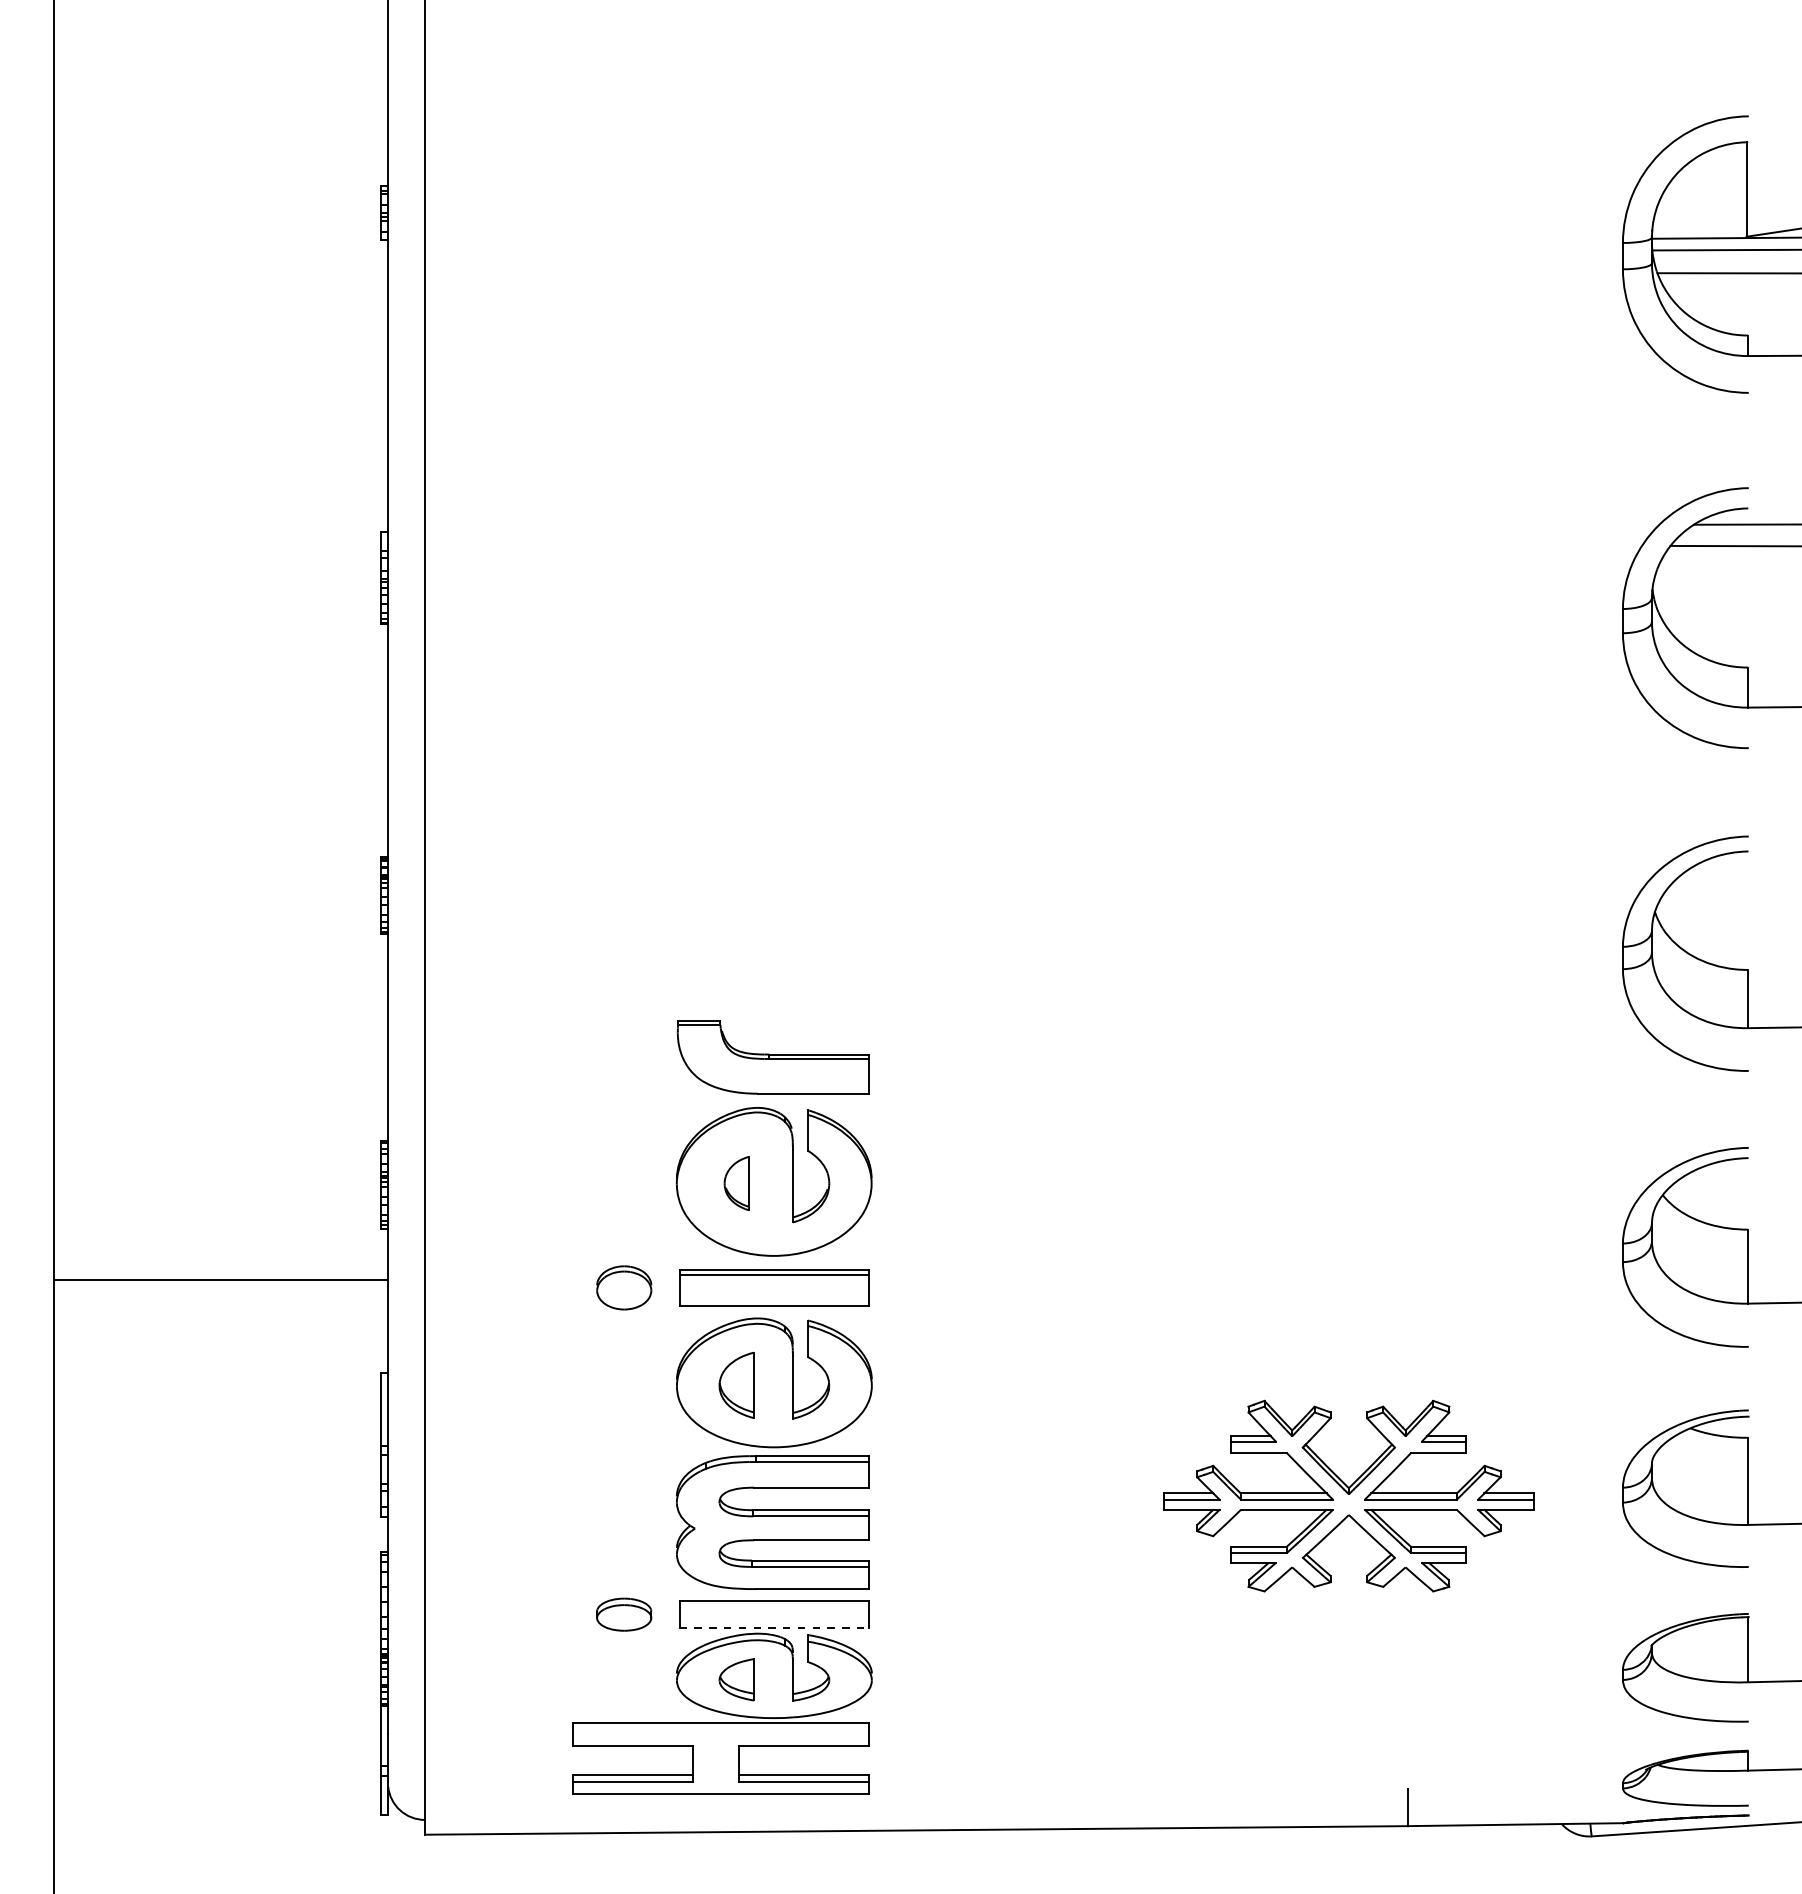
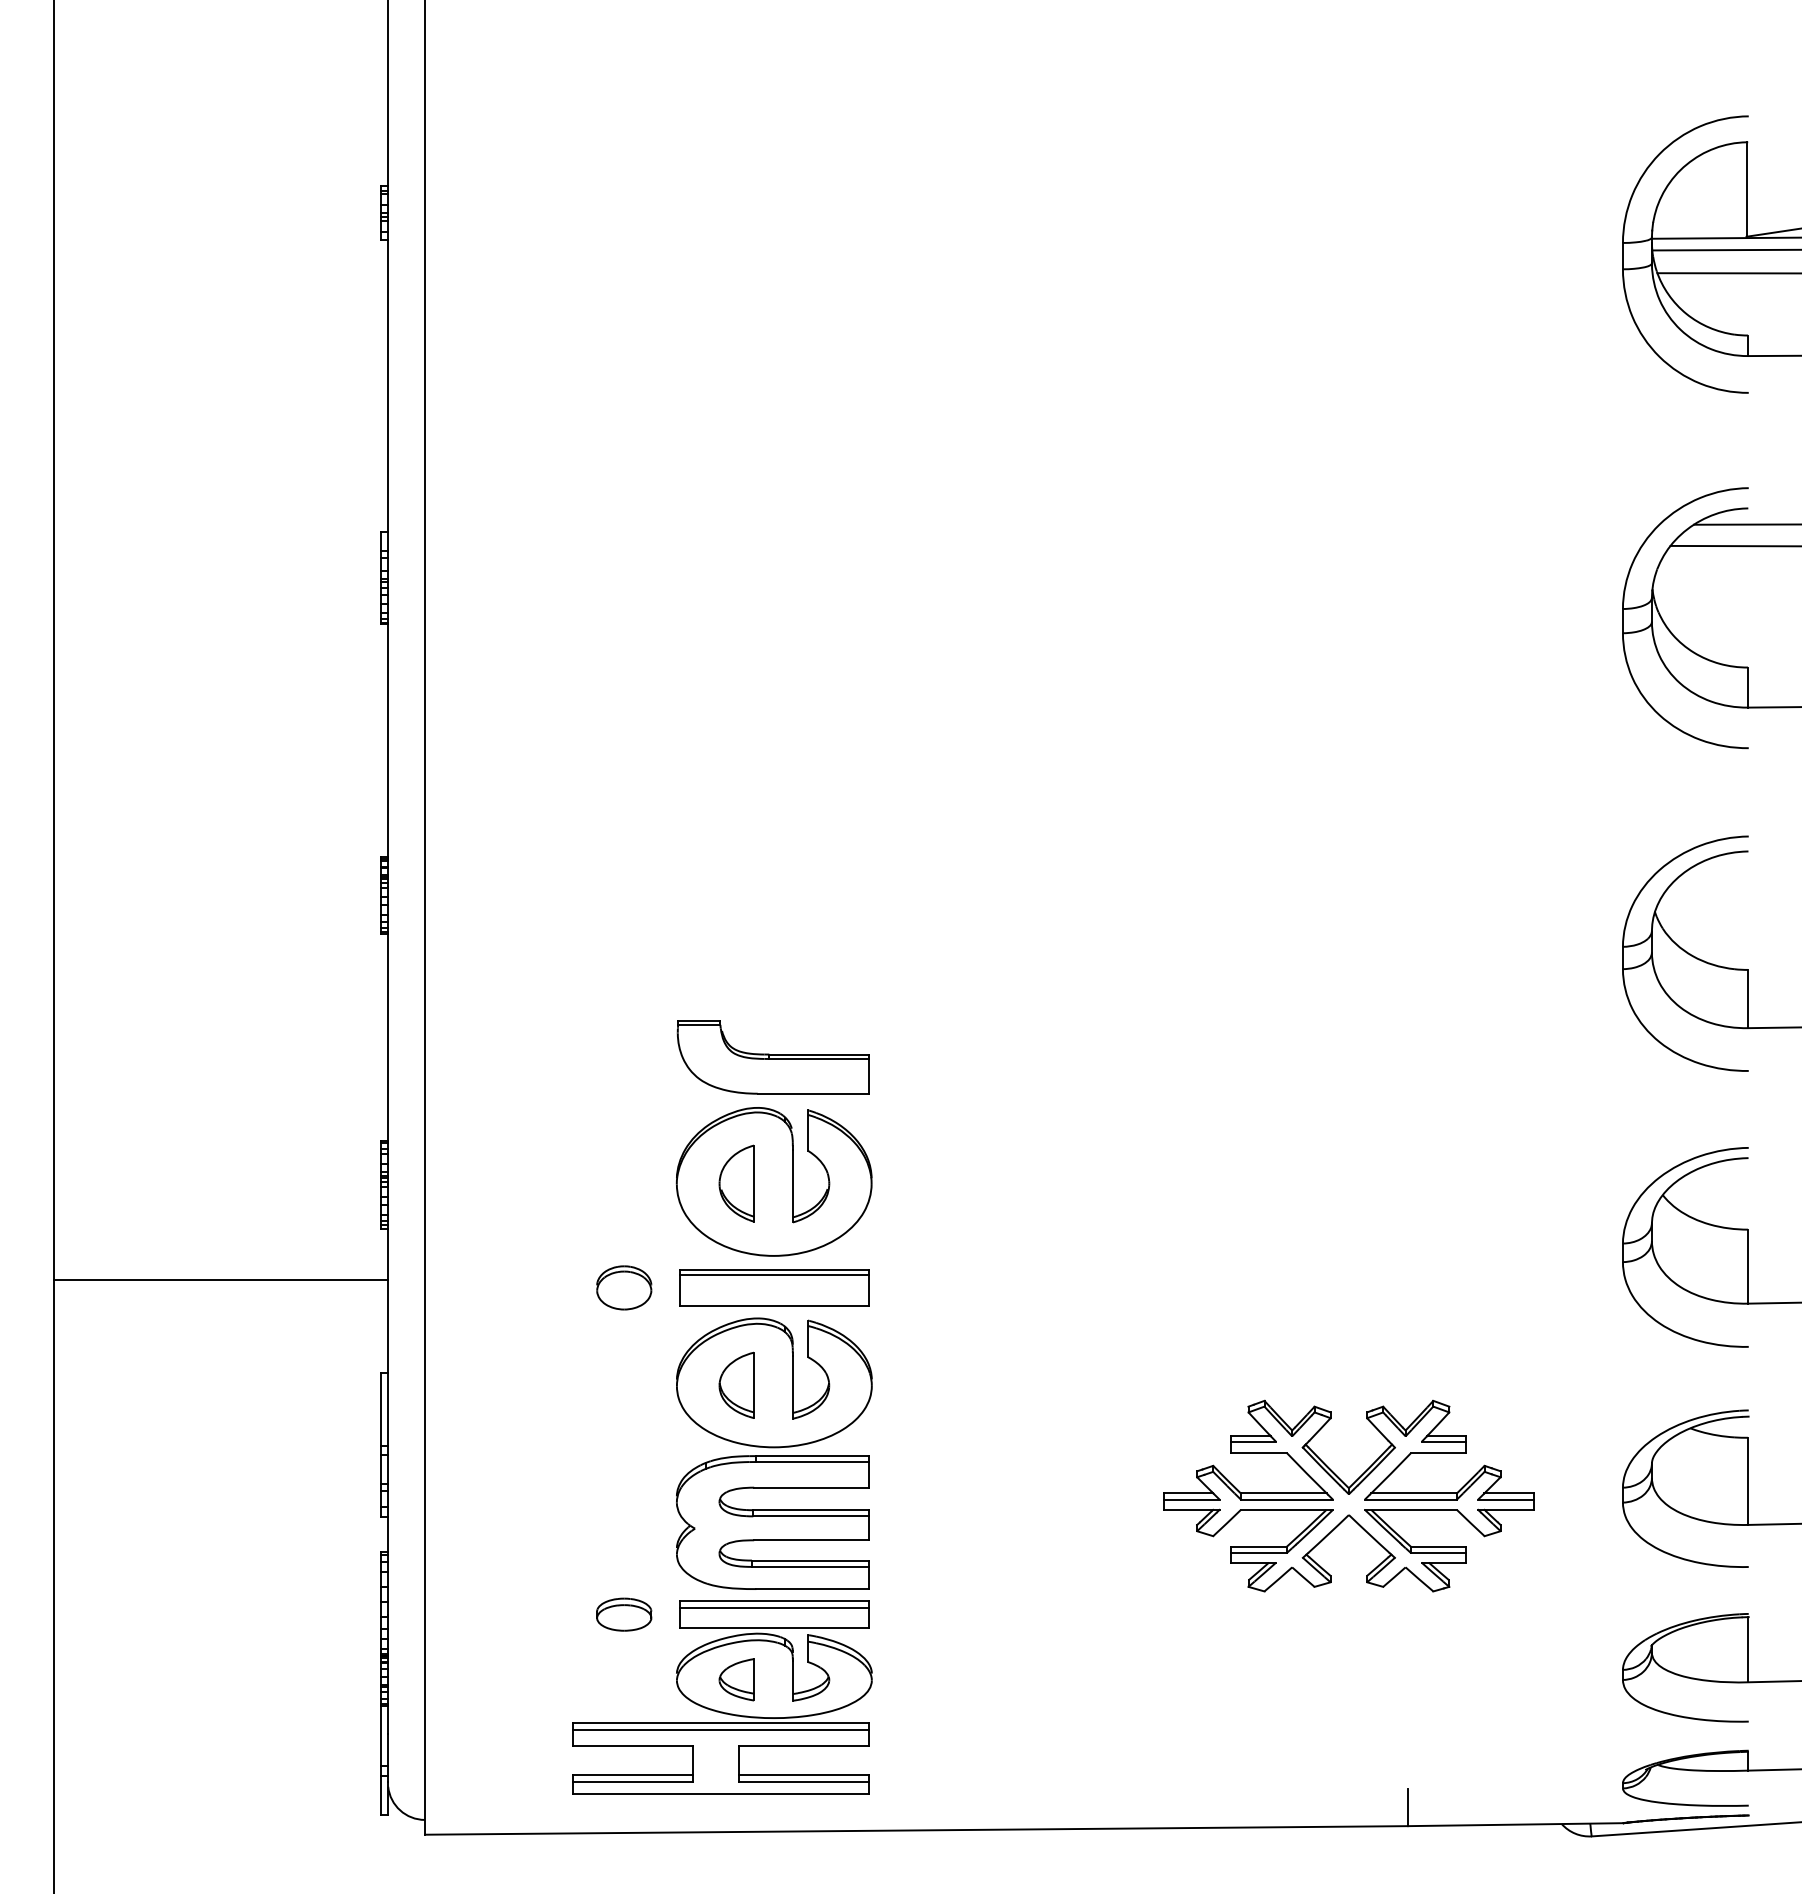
part at (736, 1183) size: 27x55 px -> 37x79 px
line at (774, 1607): none -> present
line at (774, 1628): dashed -> solid
line at (720, 1730): none -> present
